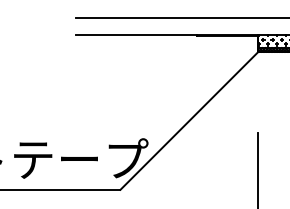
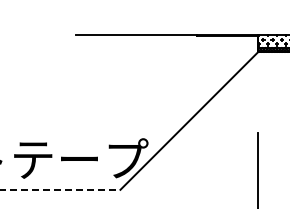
line at (180, 17): present -> none
line at (60, 189): solid -> dashed
